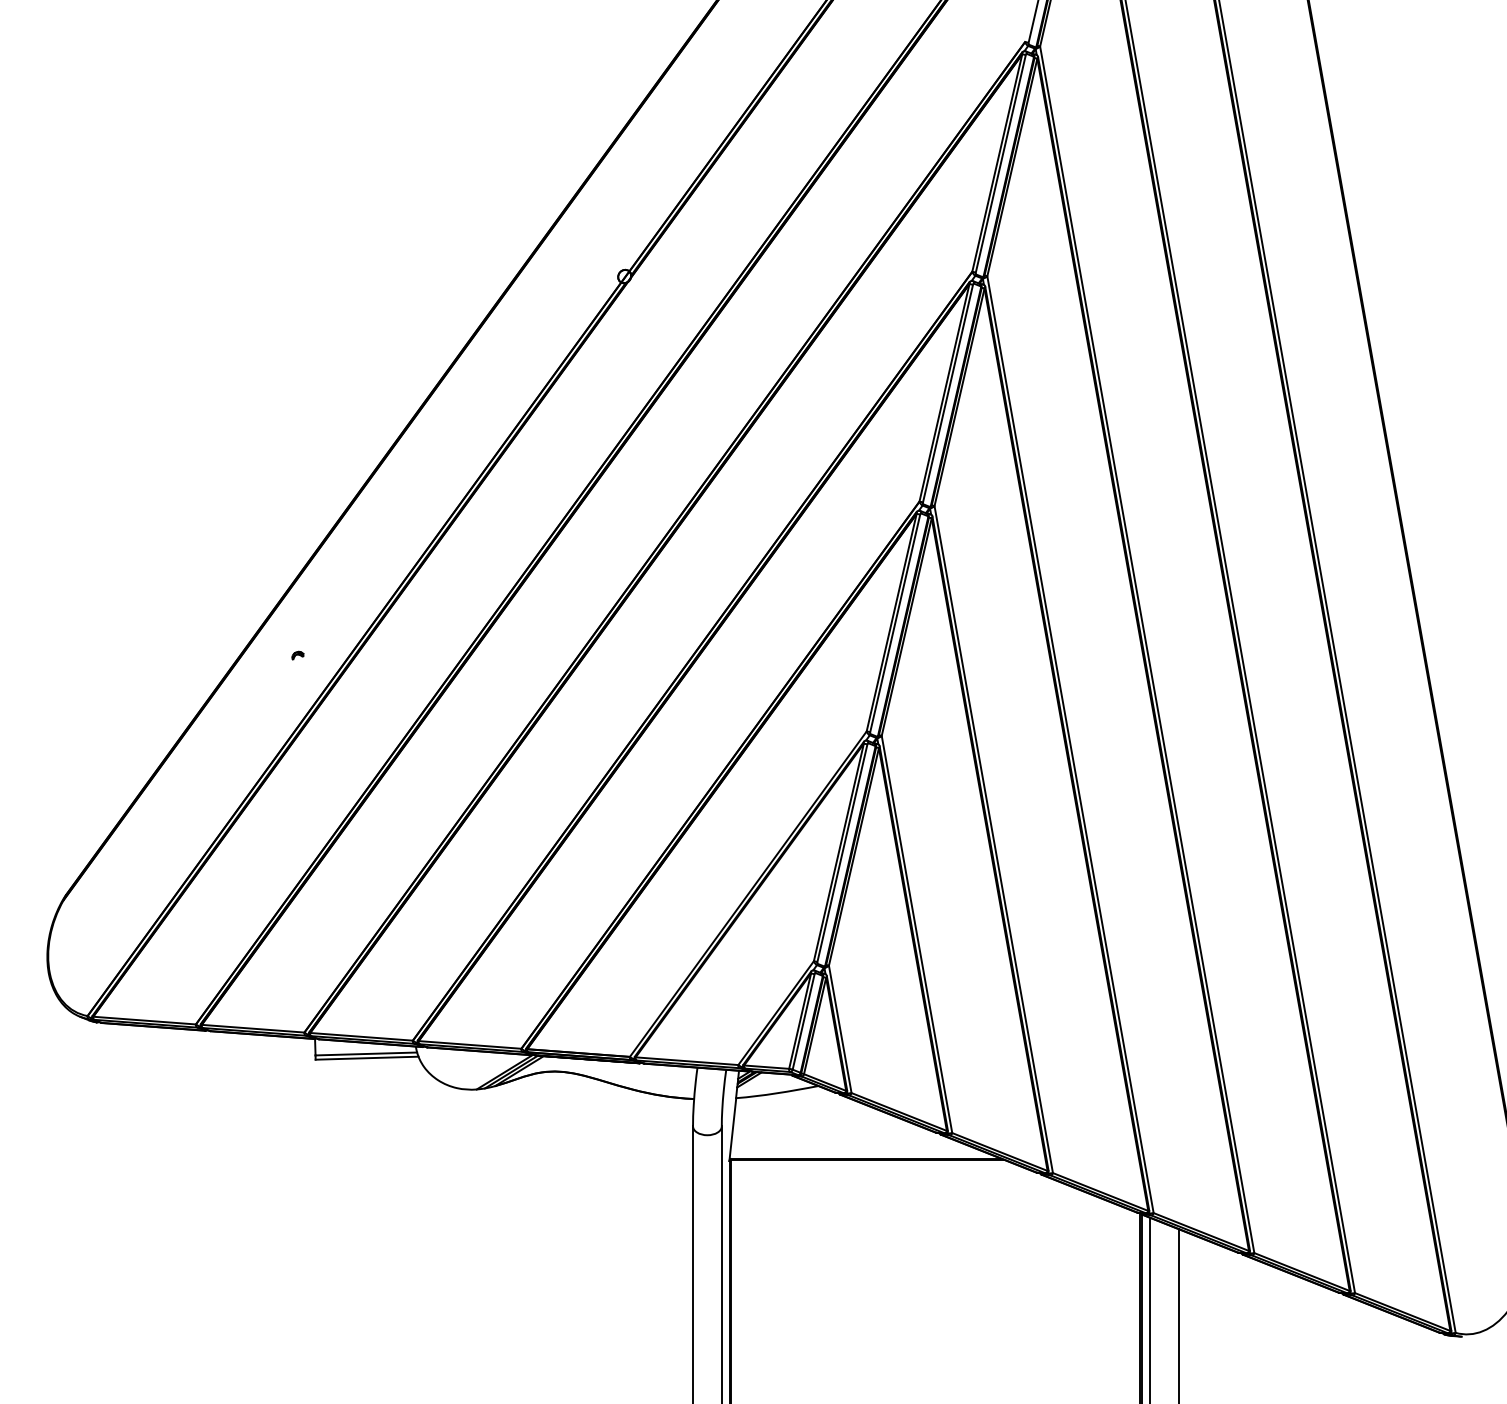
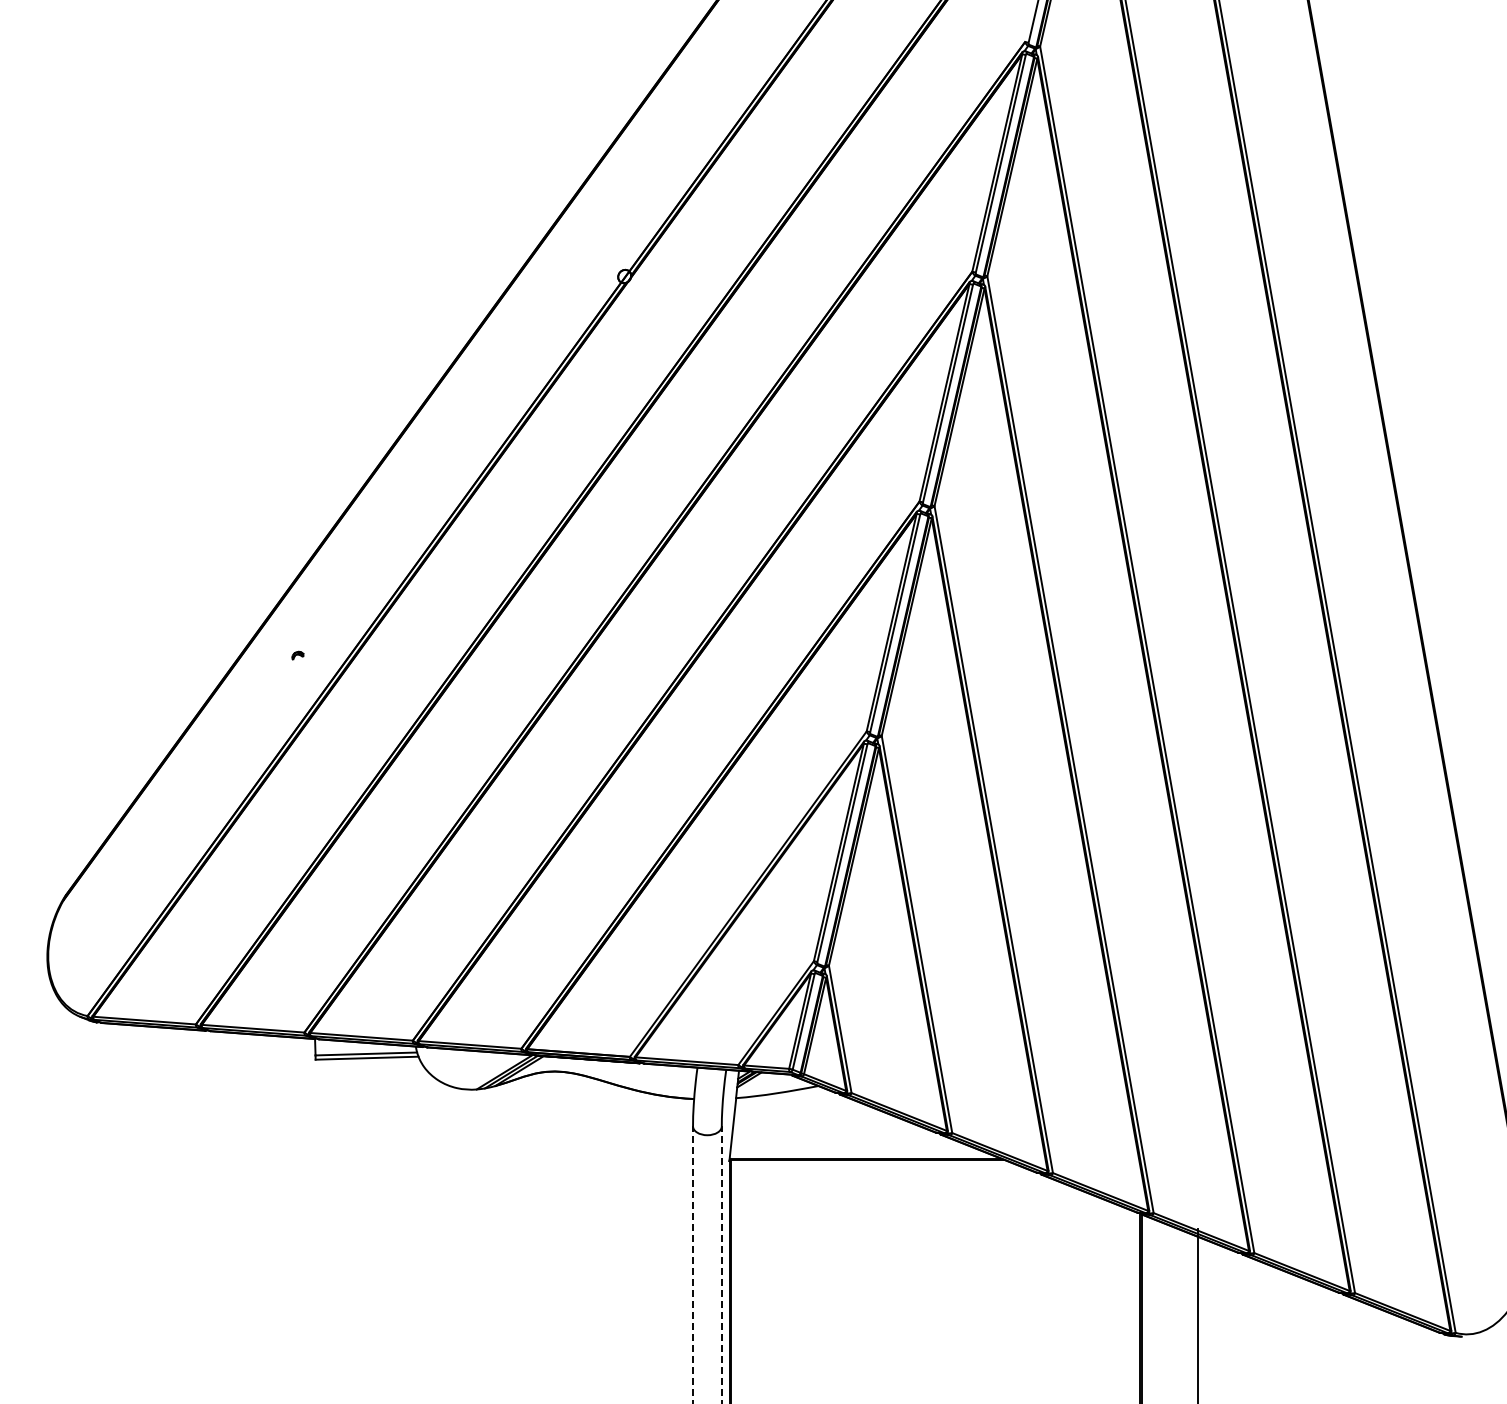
line at (693, 1264): solid -> dashed
line at (721, 1264): solid -> dashed
line at (1149, 1308): present -> none
line at (1178, 1314) position: (1178, 1314) -> (1197, 1314)
